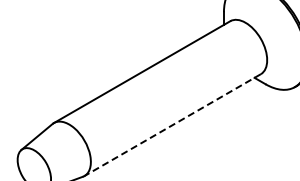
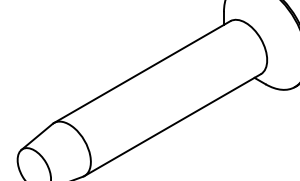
line at (172, 125): dashed -> solid
